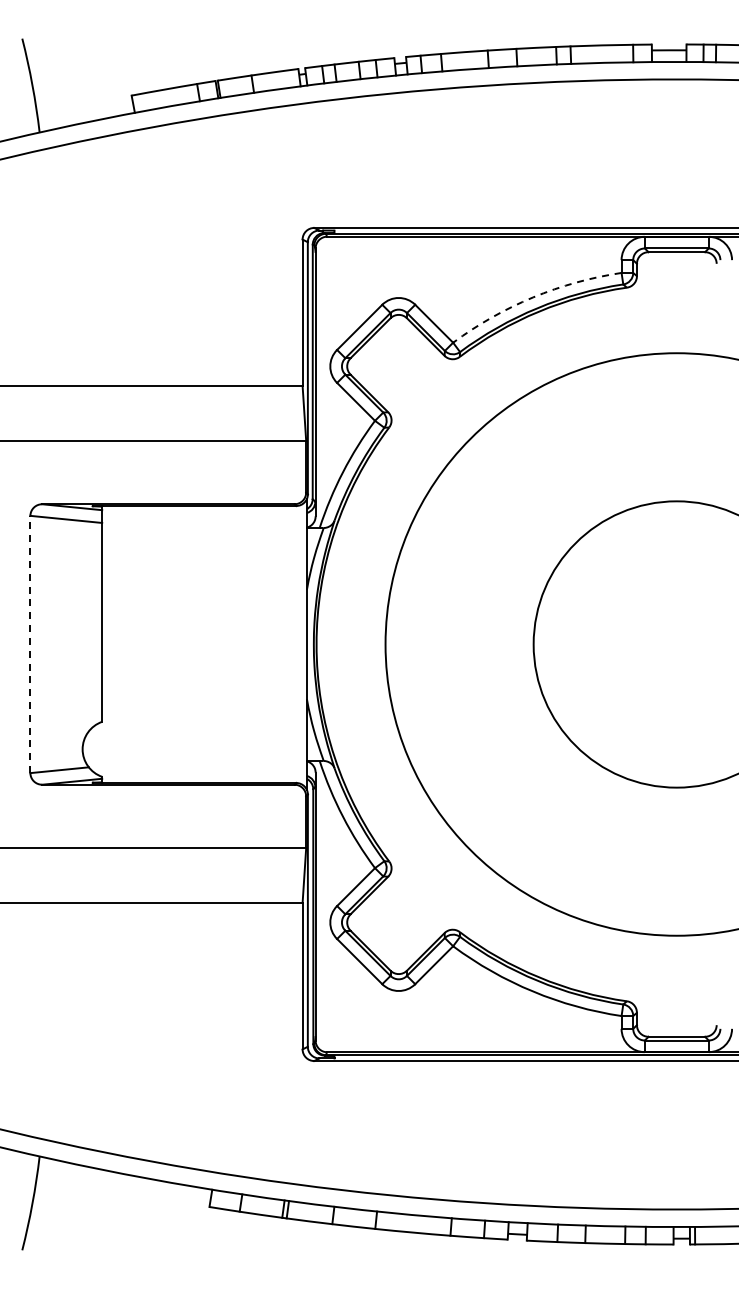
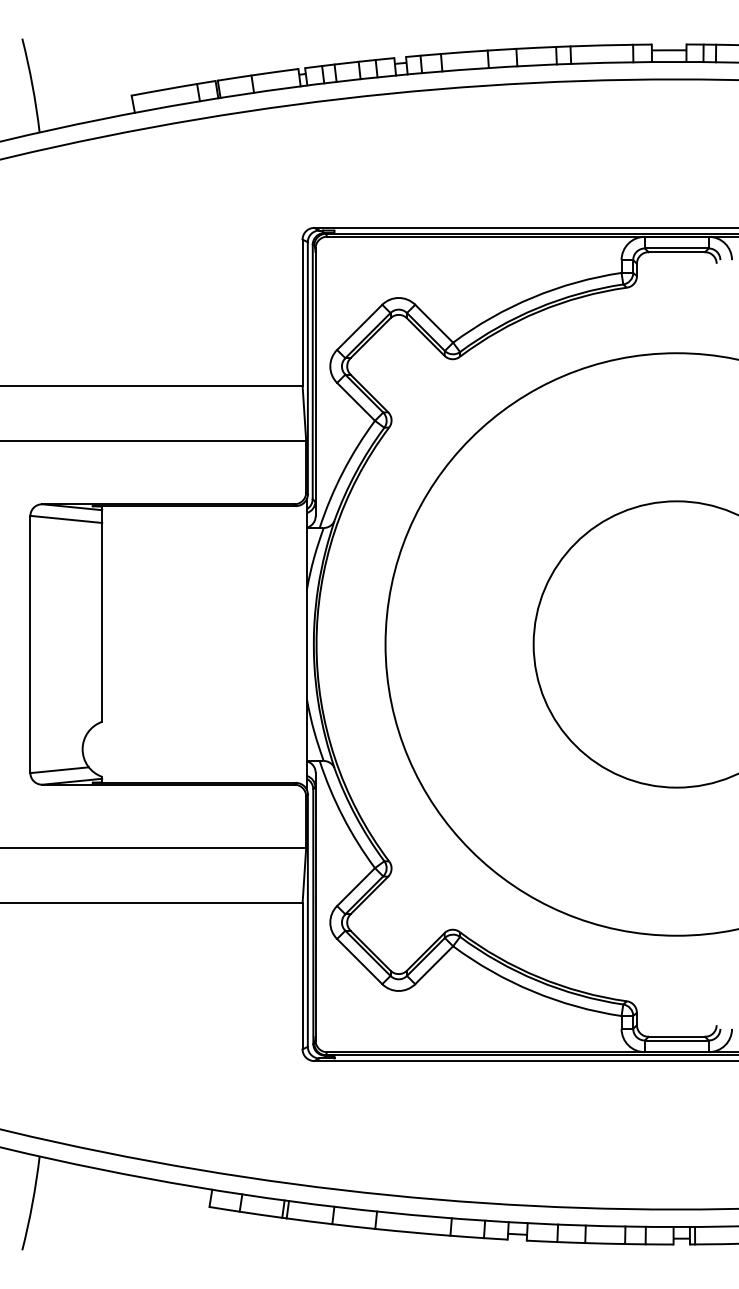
arc at (533, 297): dashed -> solid
line at (30, 644): dashed -> solid
